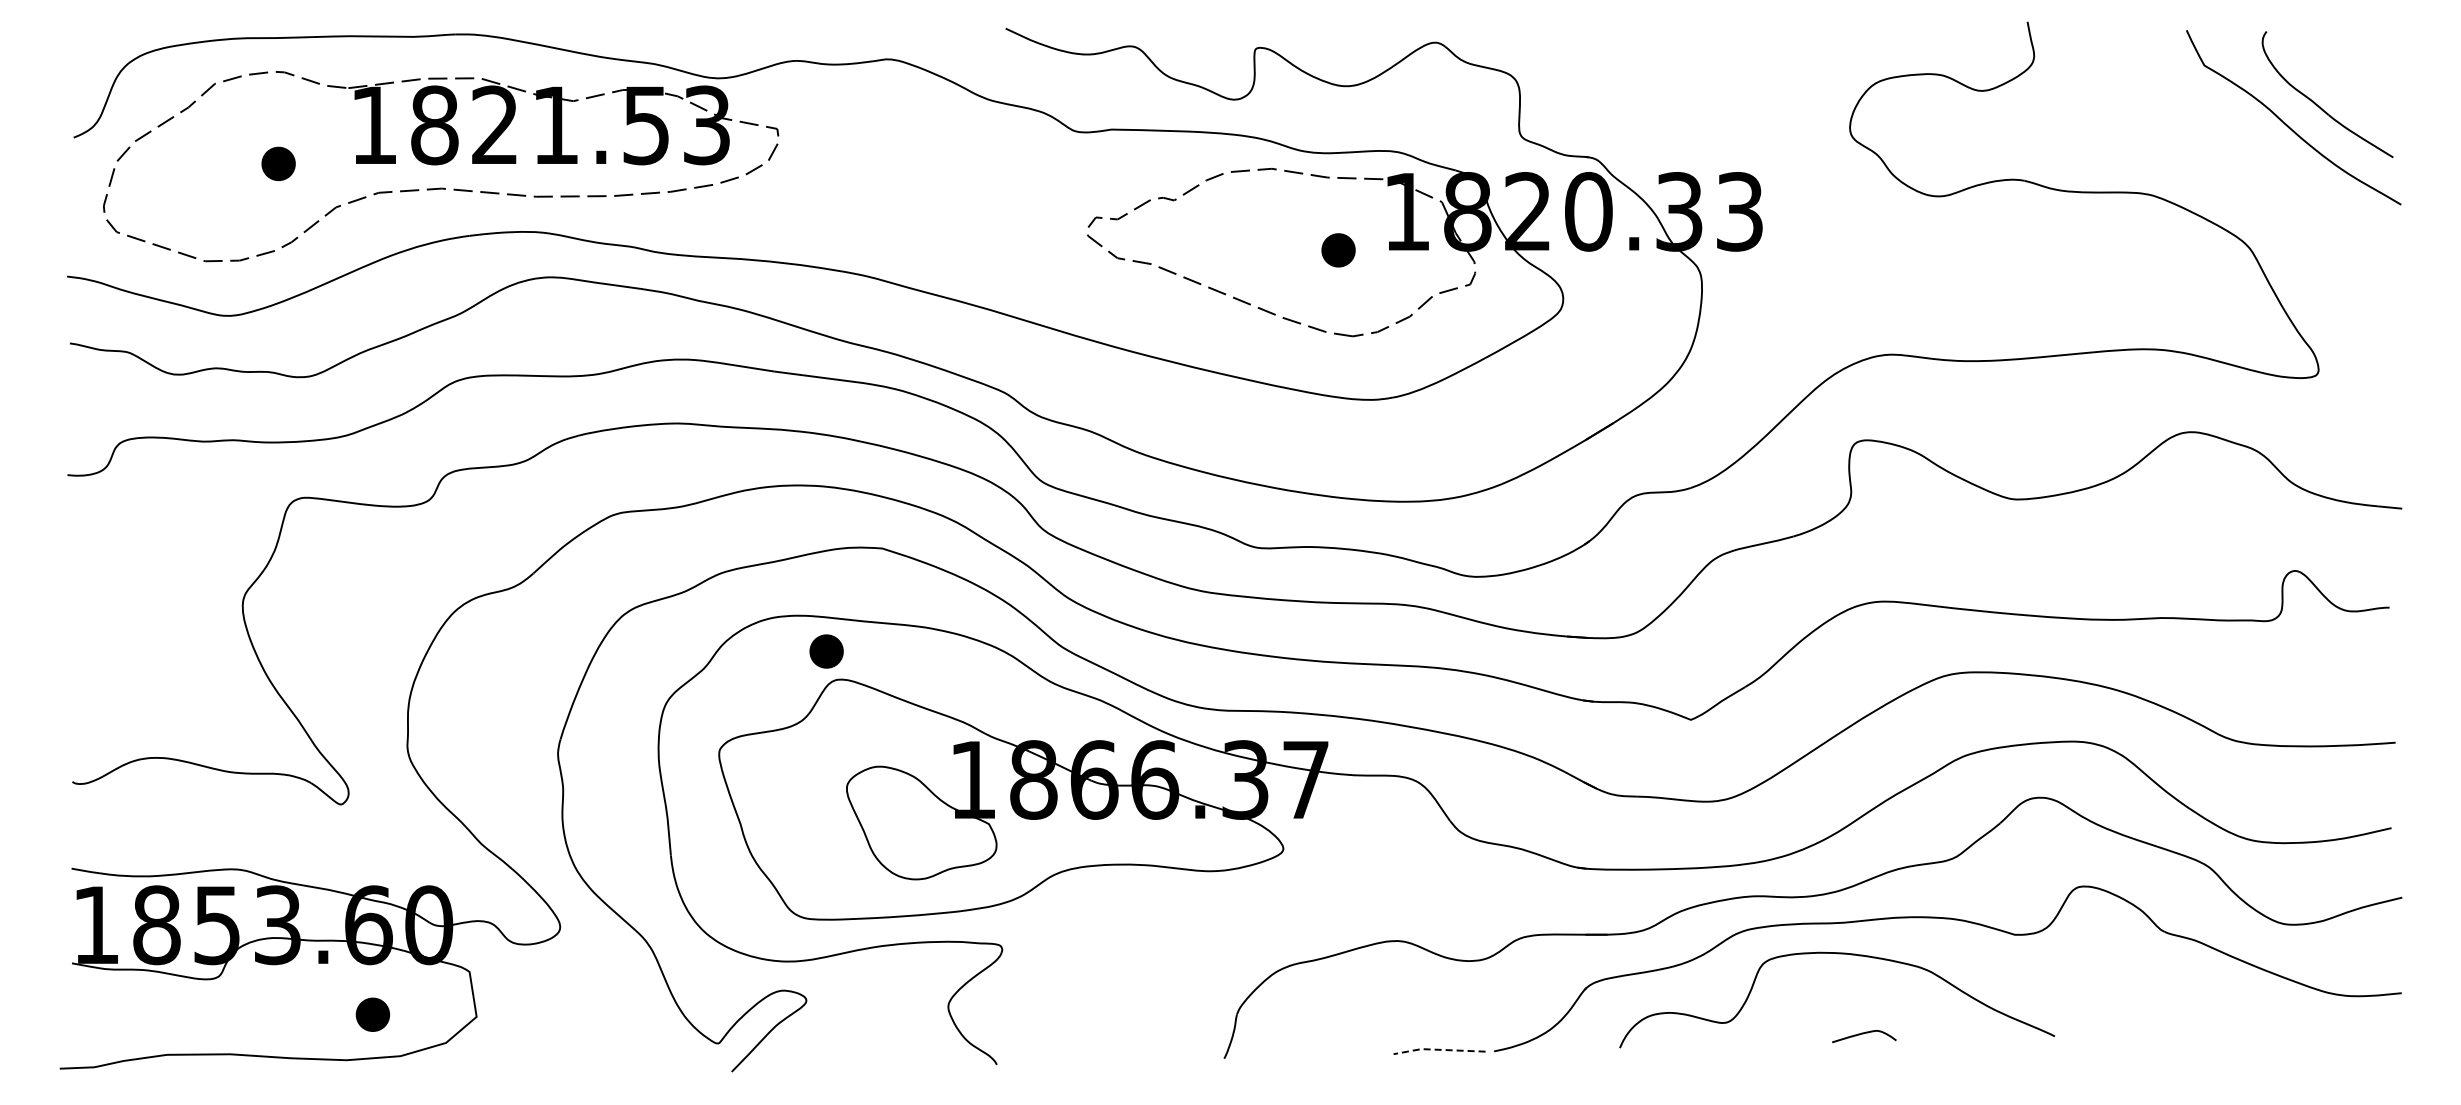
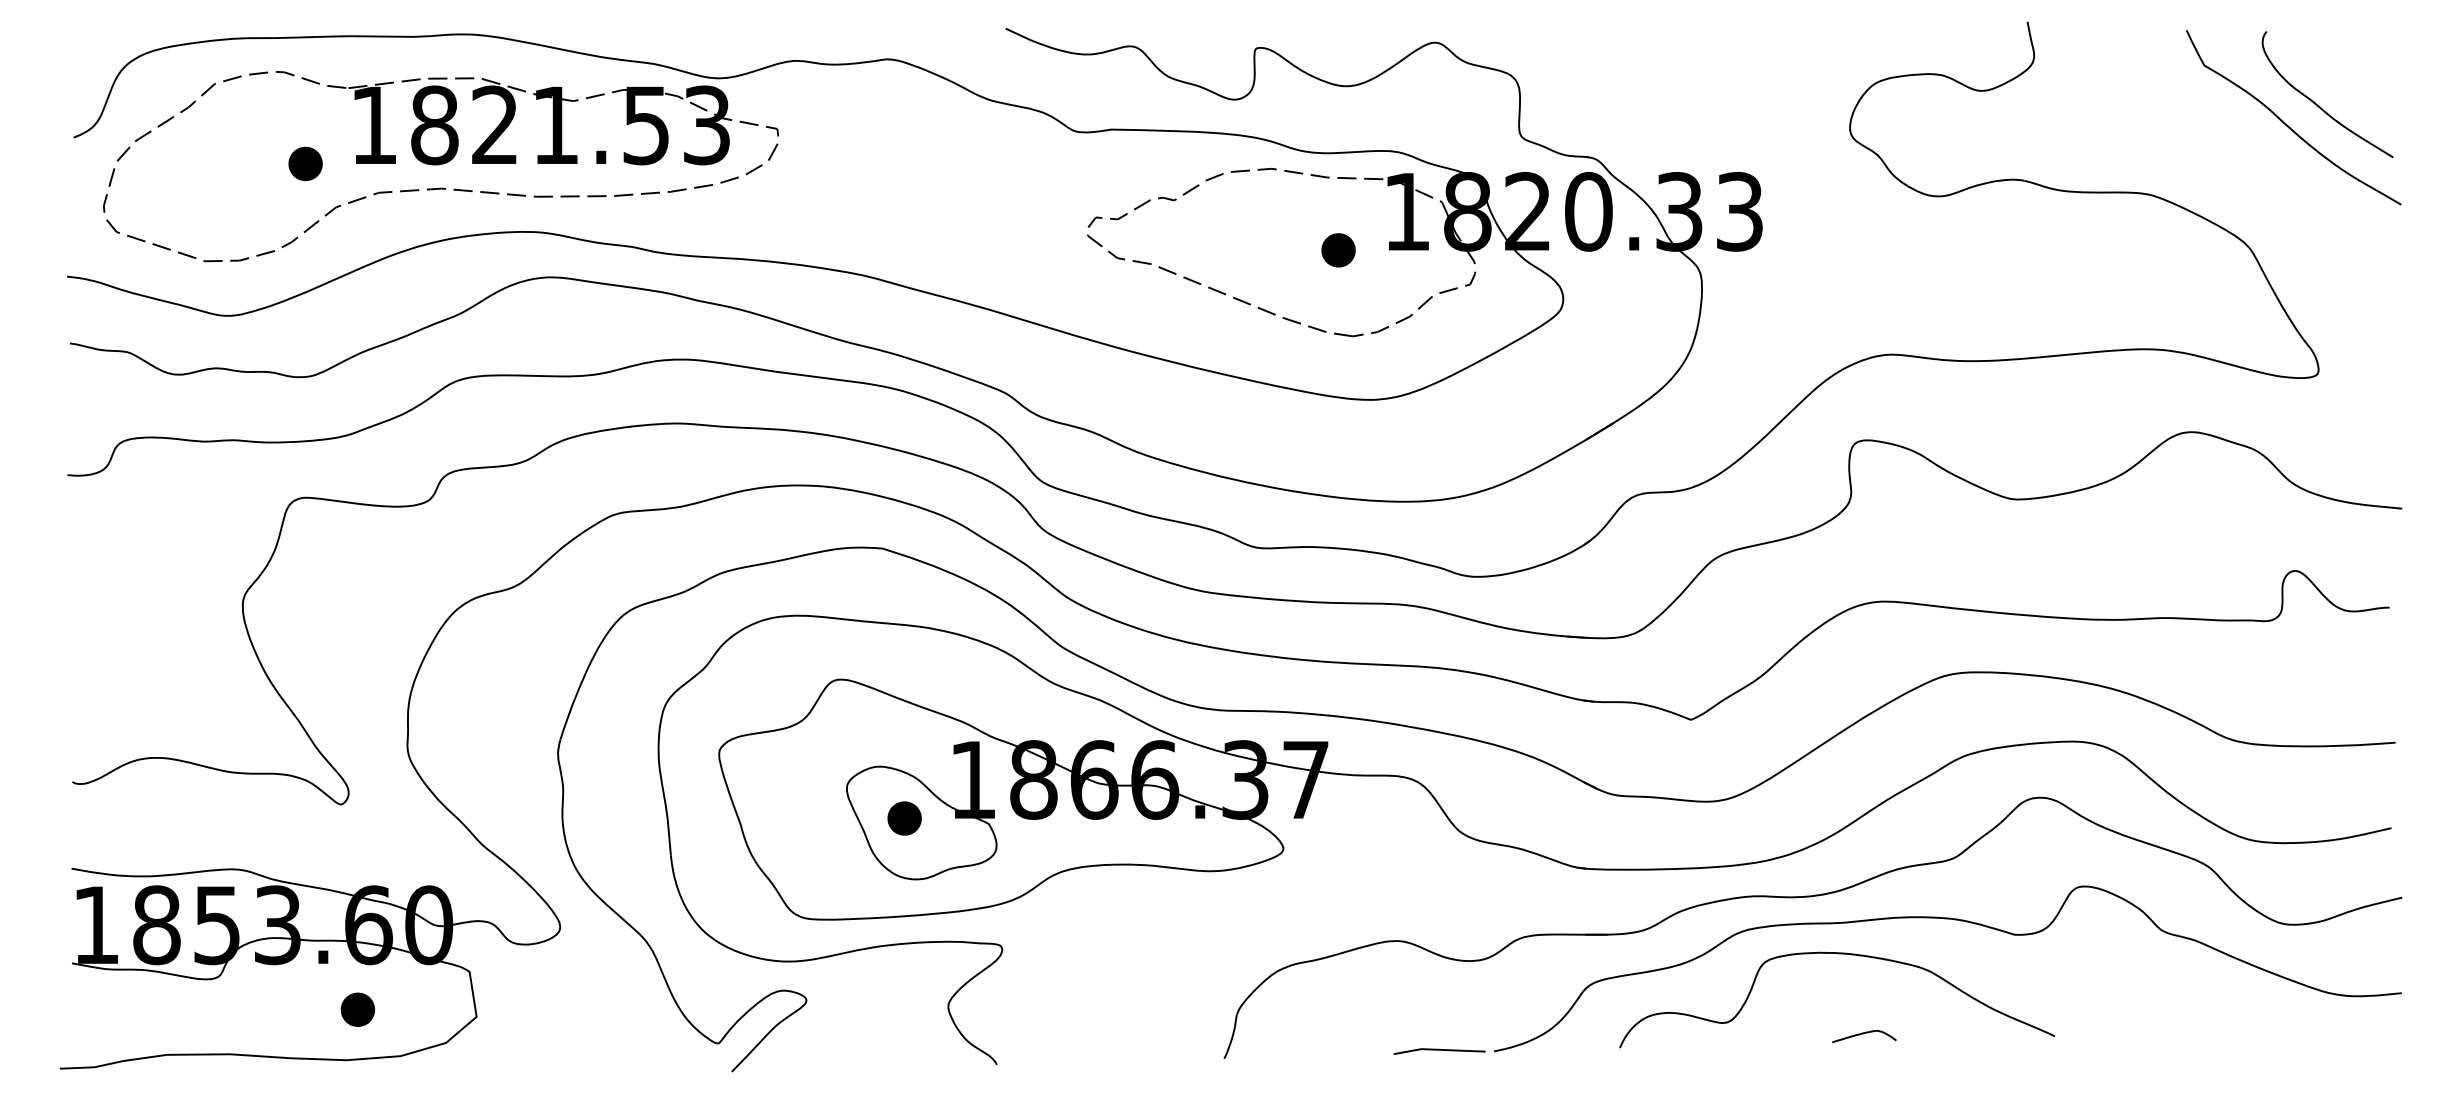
part at (278, 163) position: (278, 163) -> (305, 163)
part at (826, 651) position: (826, 651) -> (904, 818)
part at (372, 1014) position: (372, 1014) -> (357, 1009)
line at (1438, 1049): dashed -> solid
